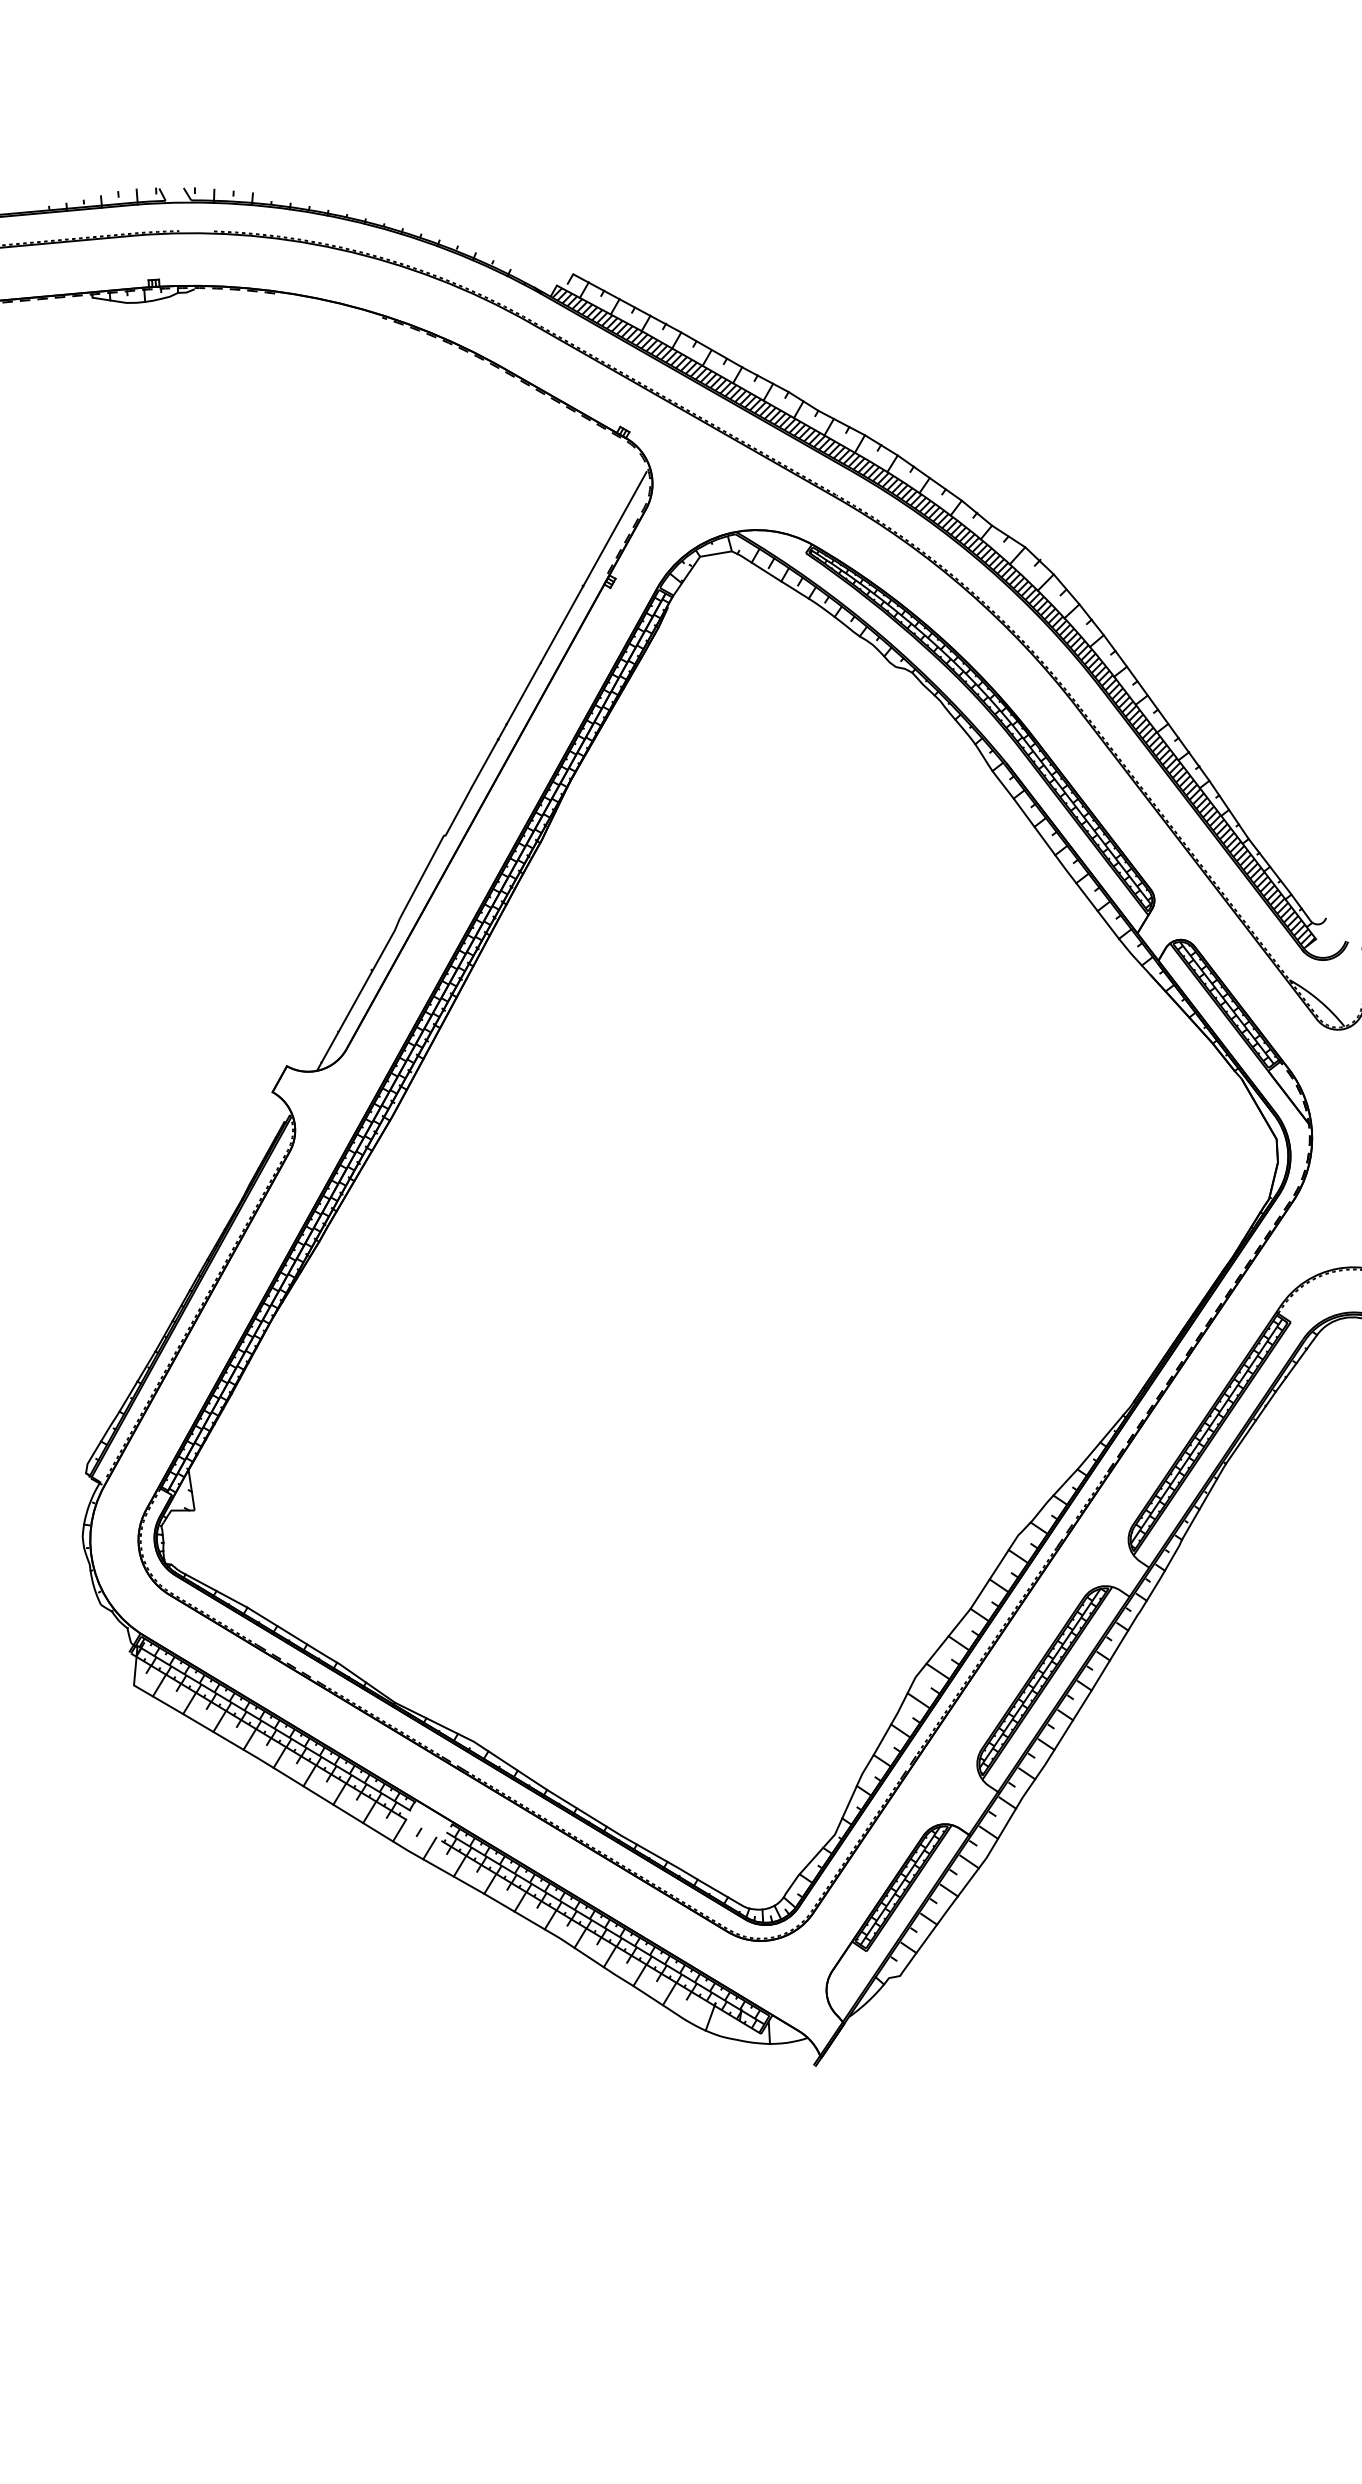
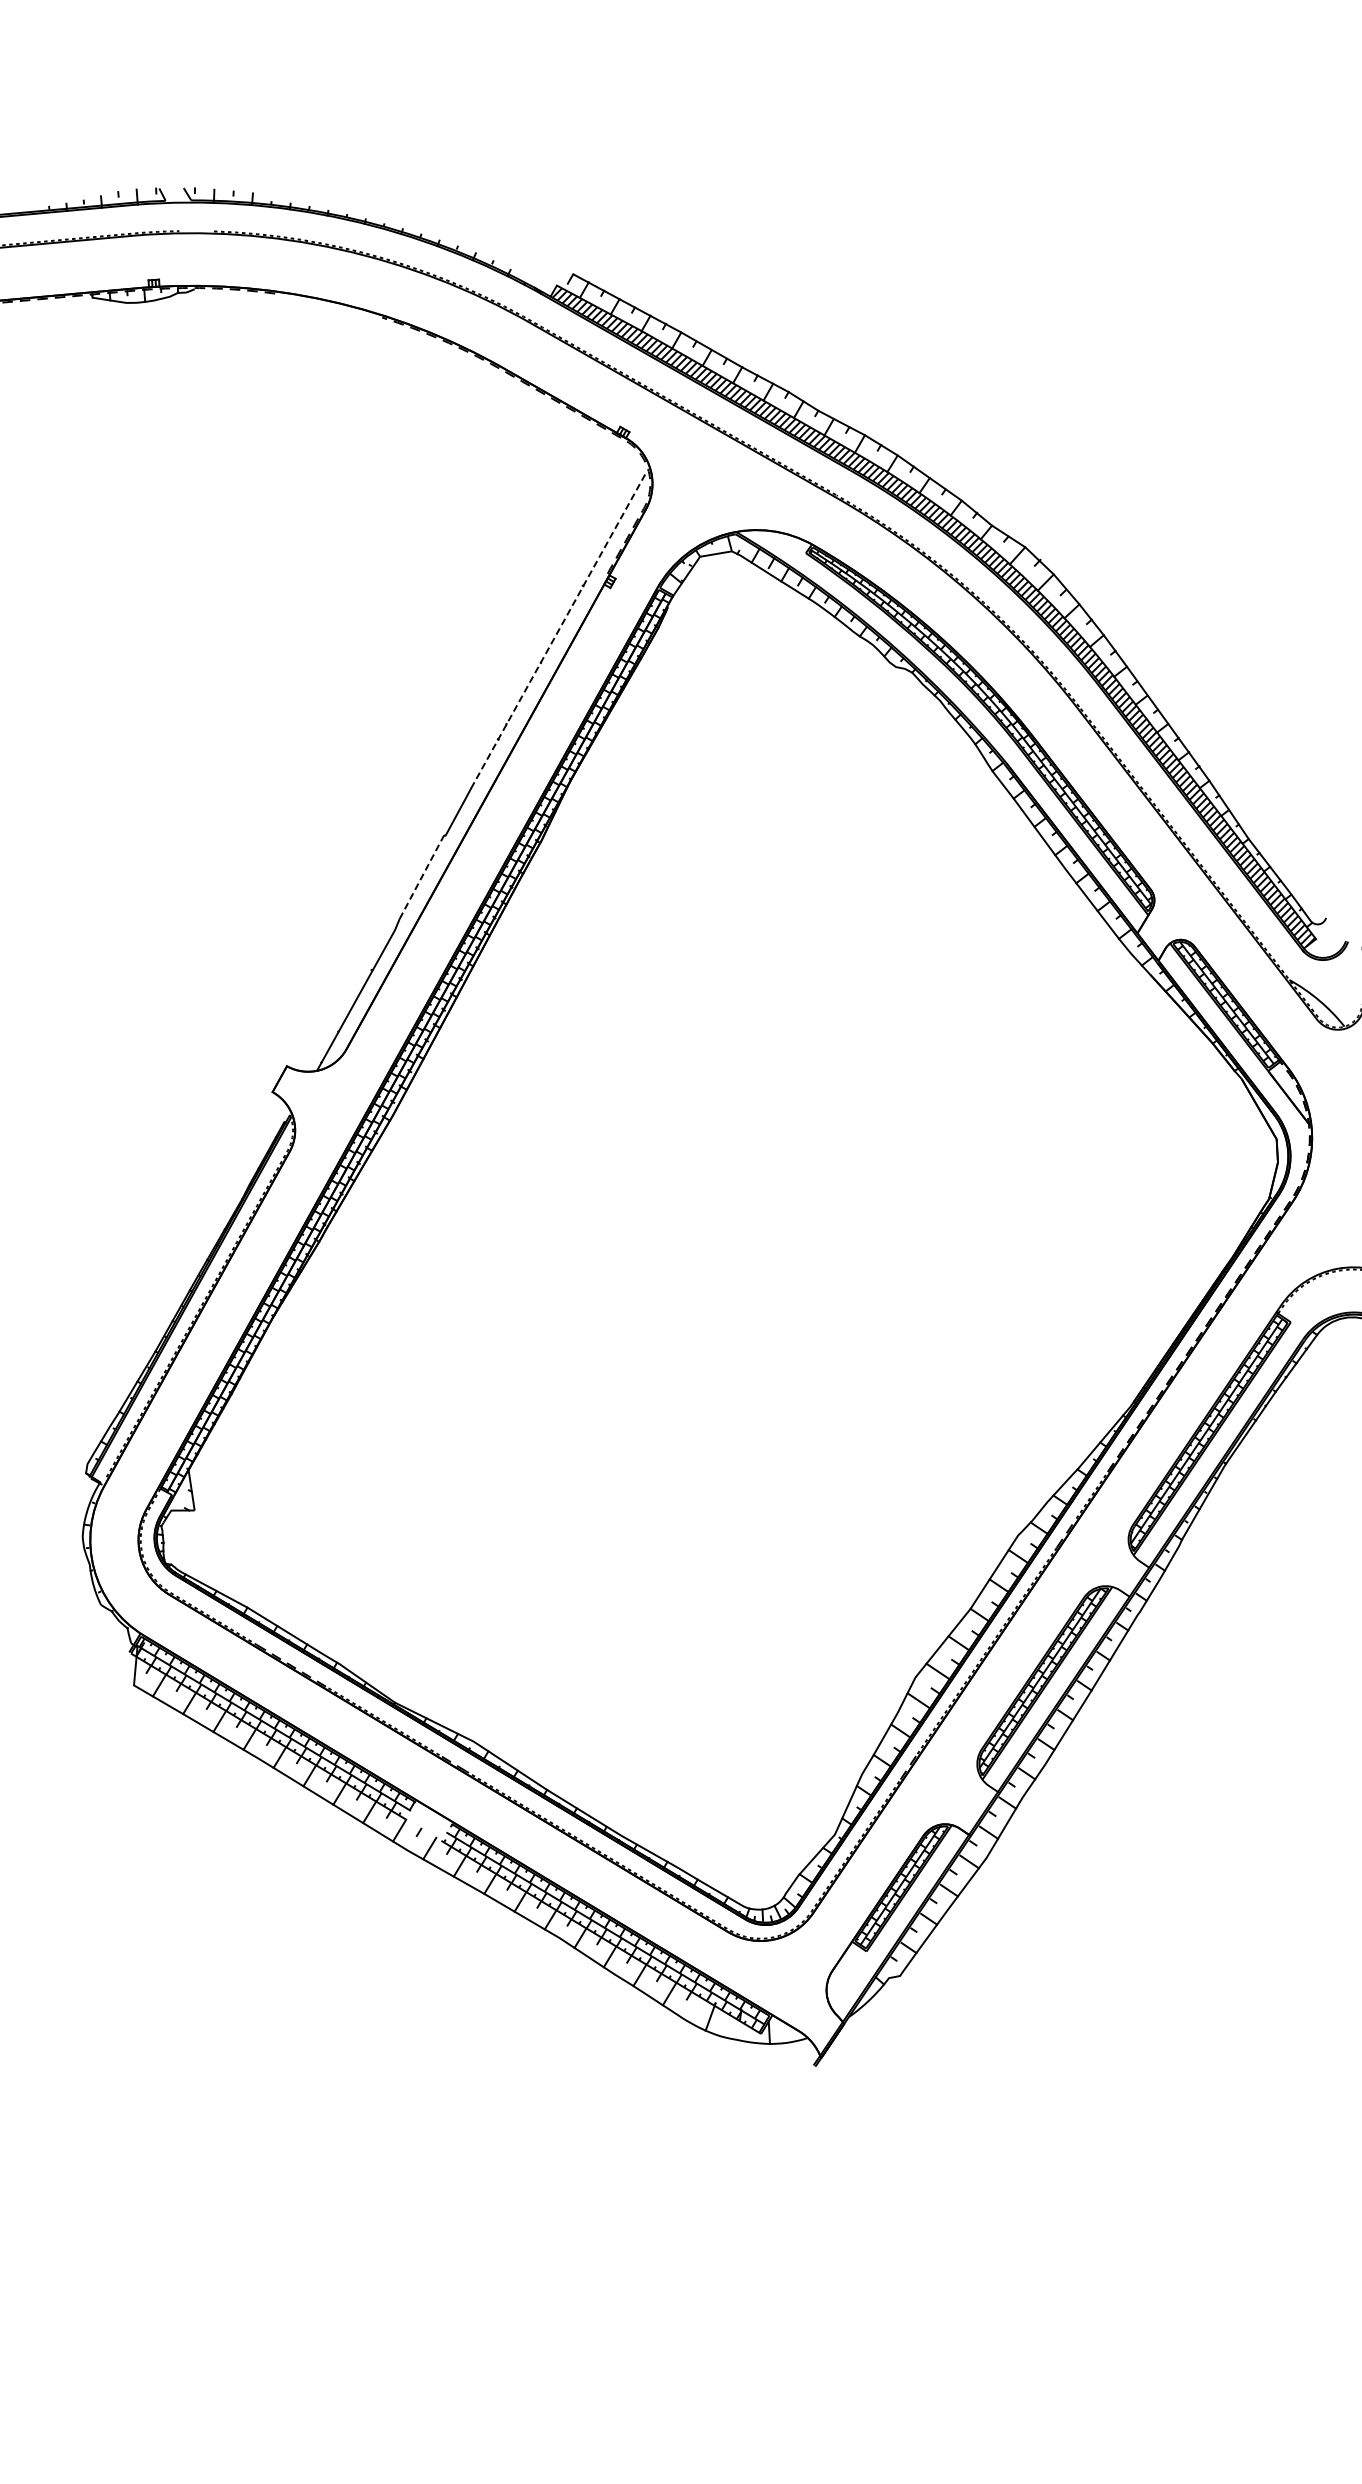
line at (559, 629): solid -> dashed
line at (422, 876): solid -> dashed
